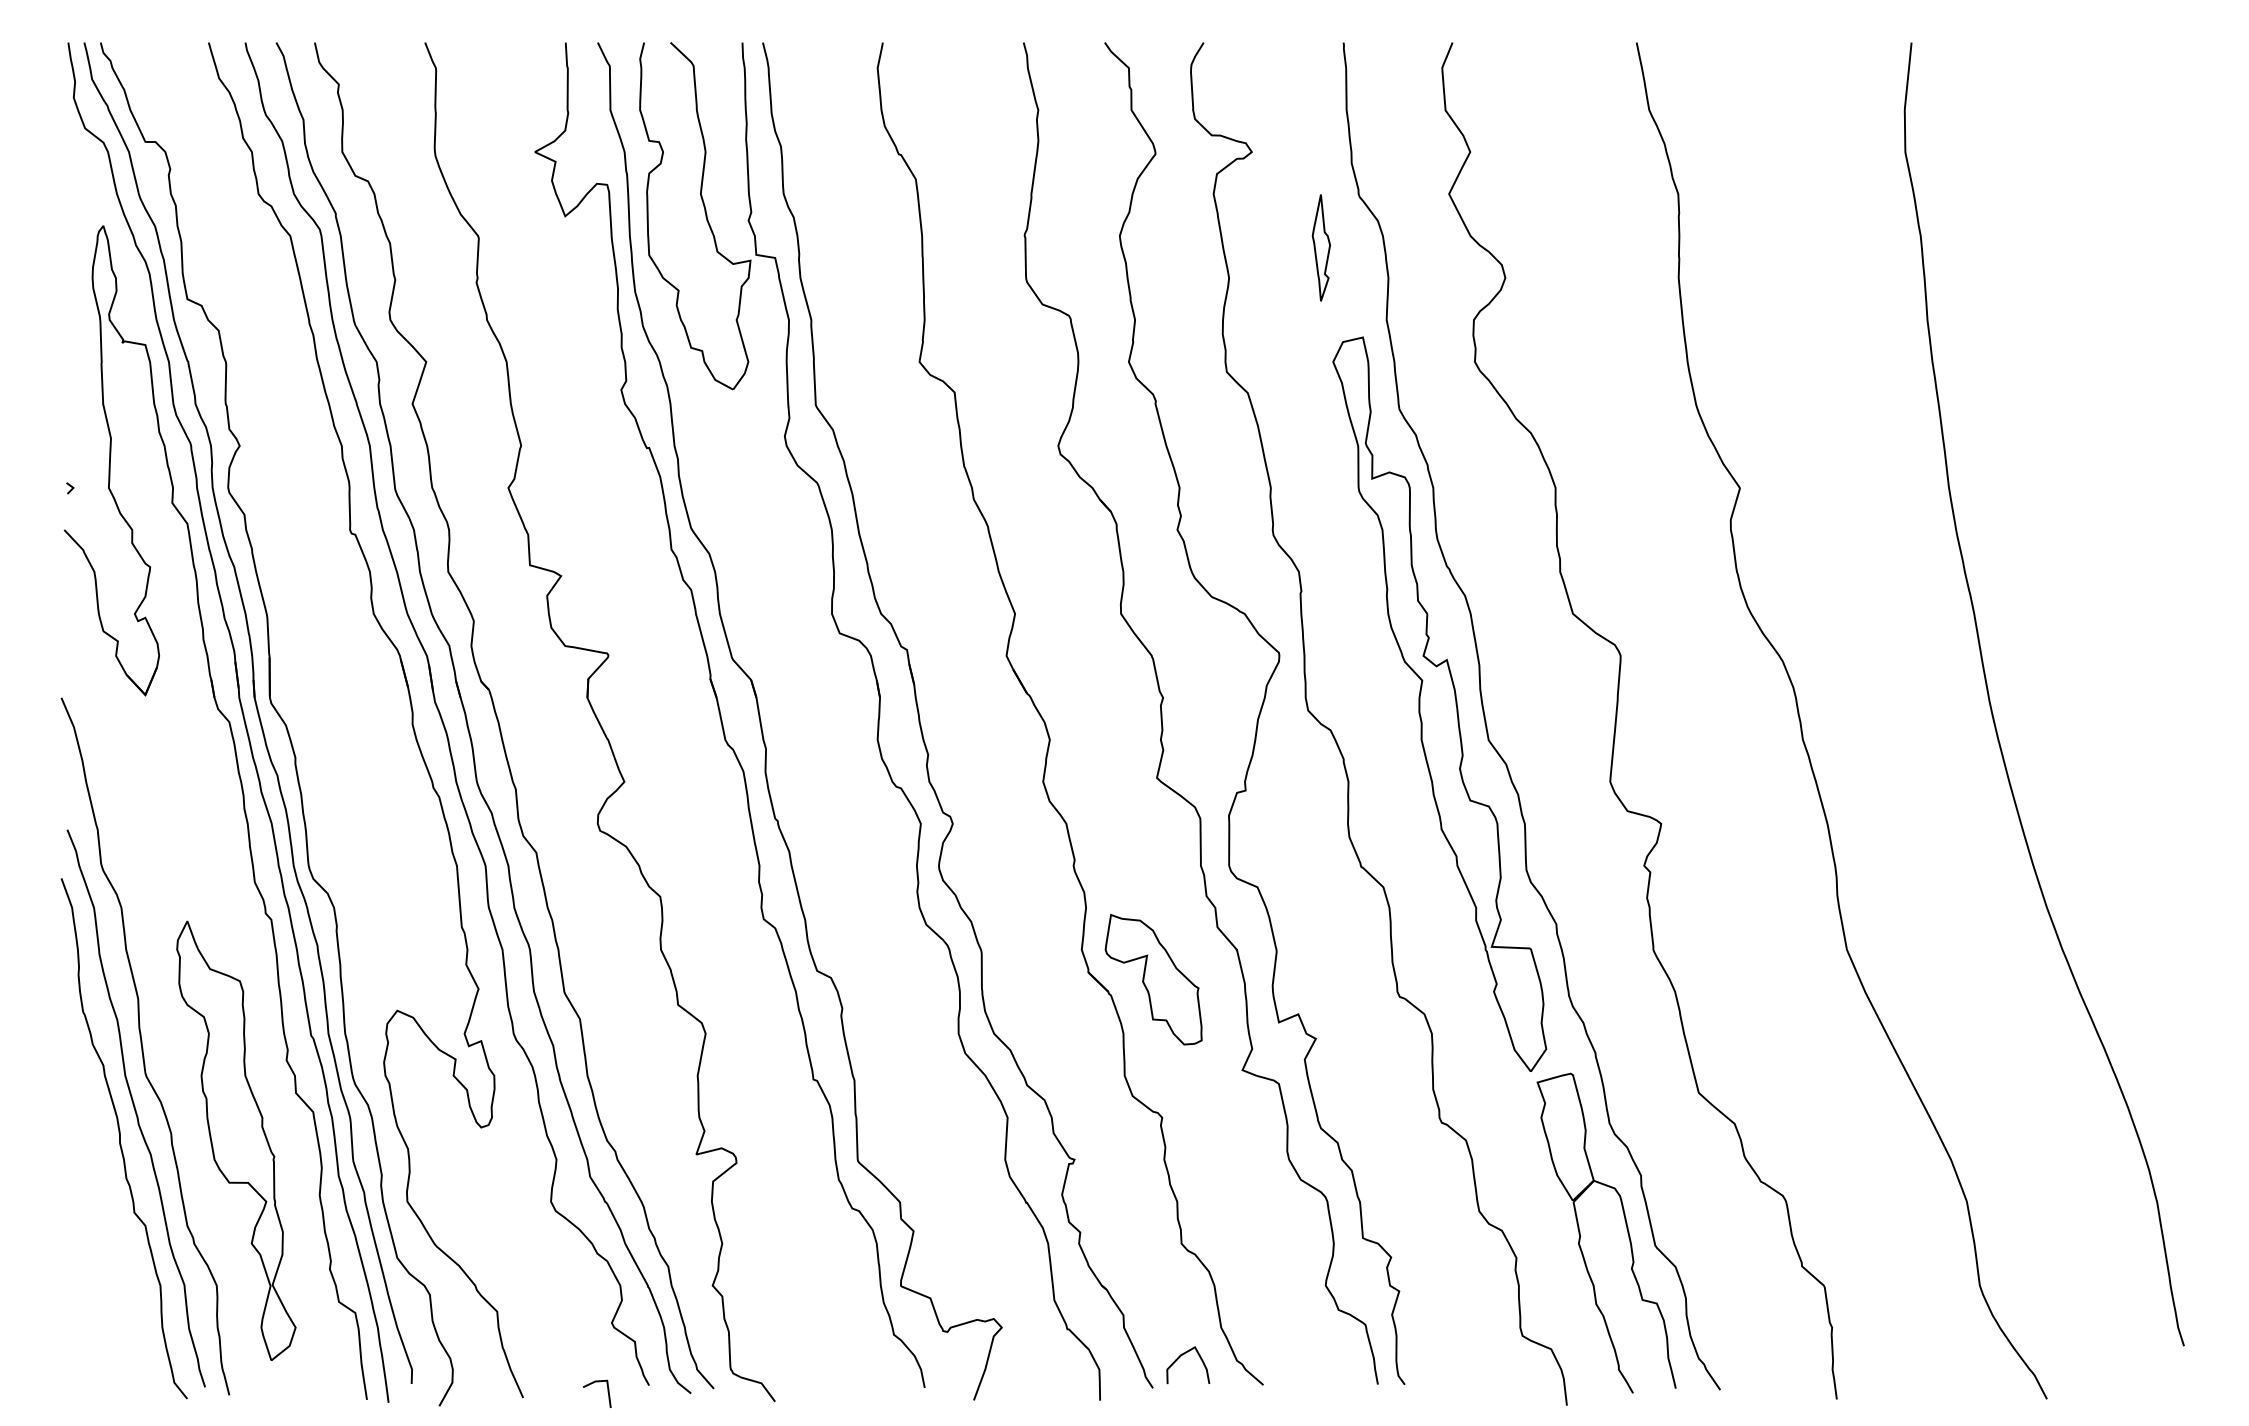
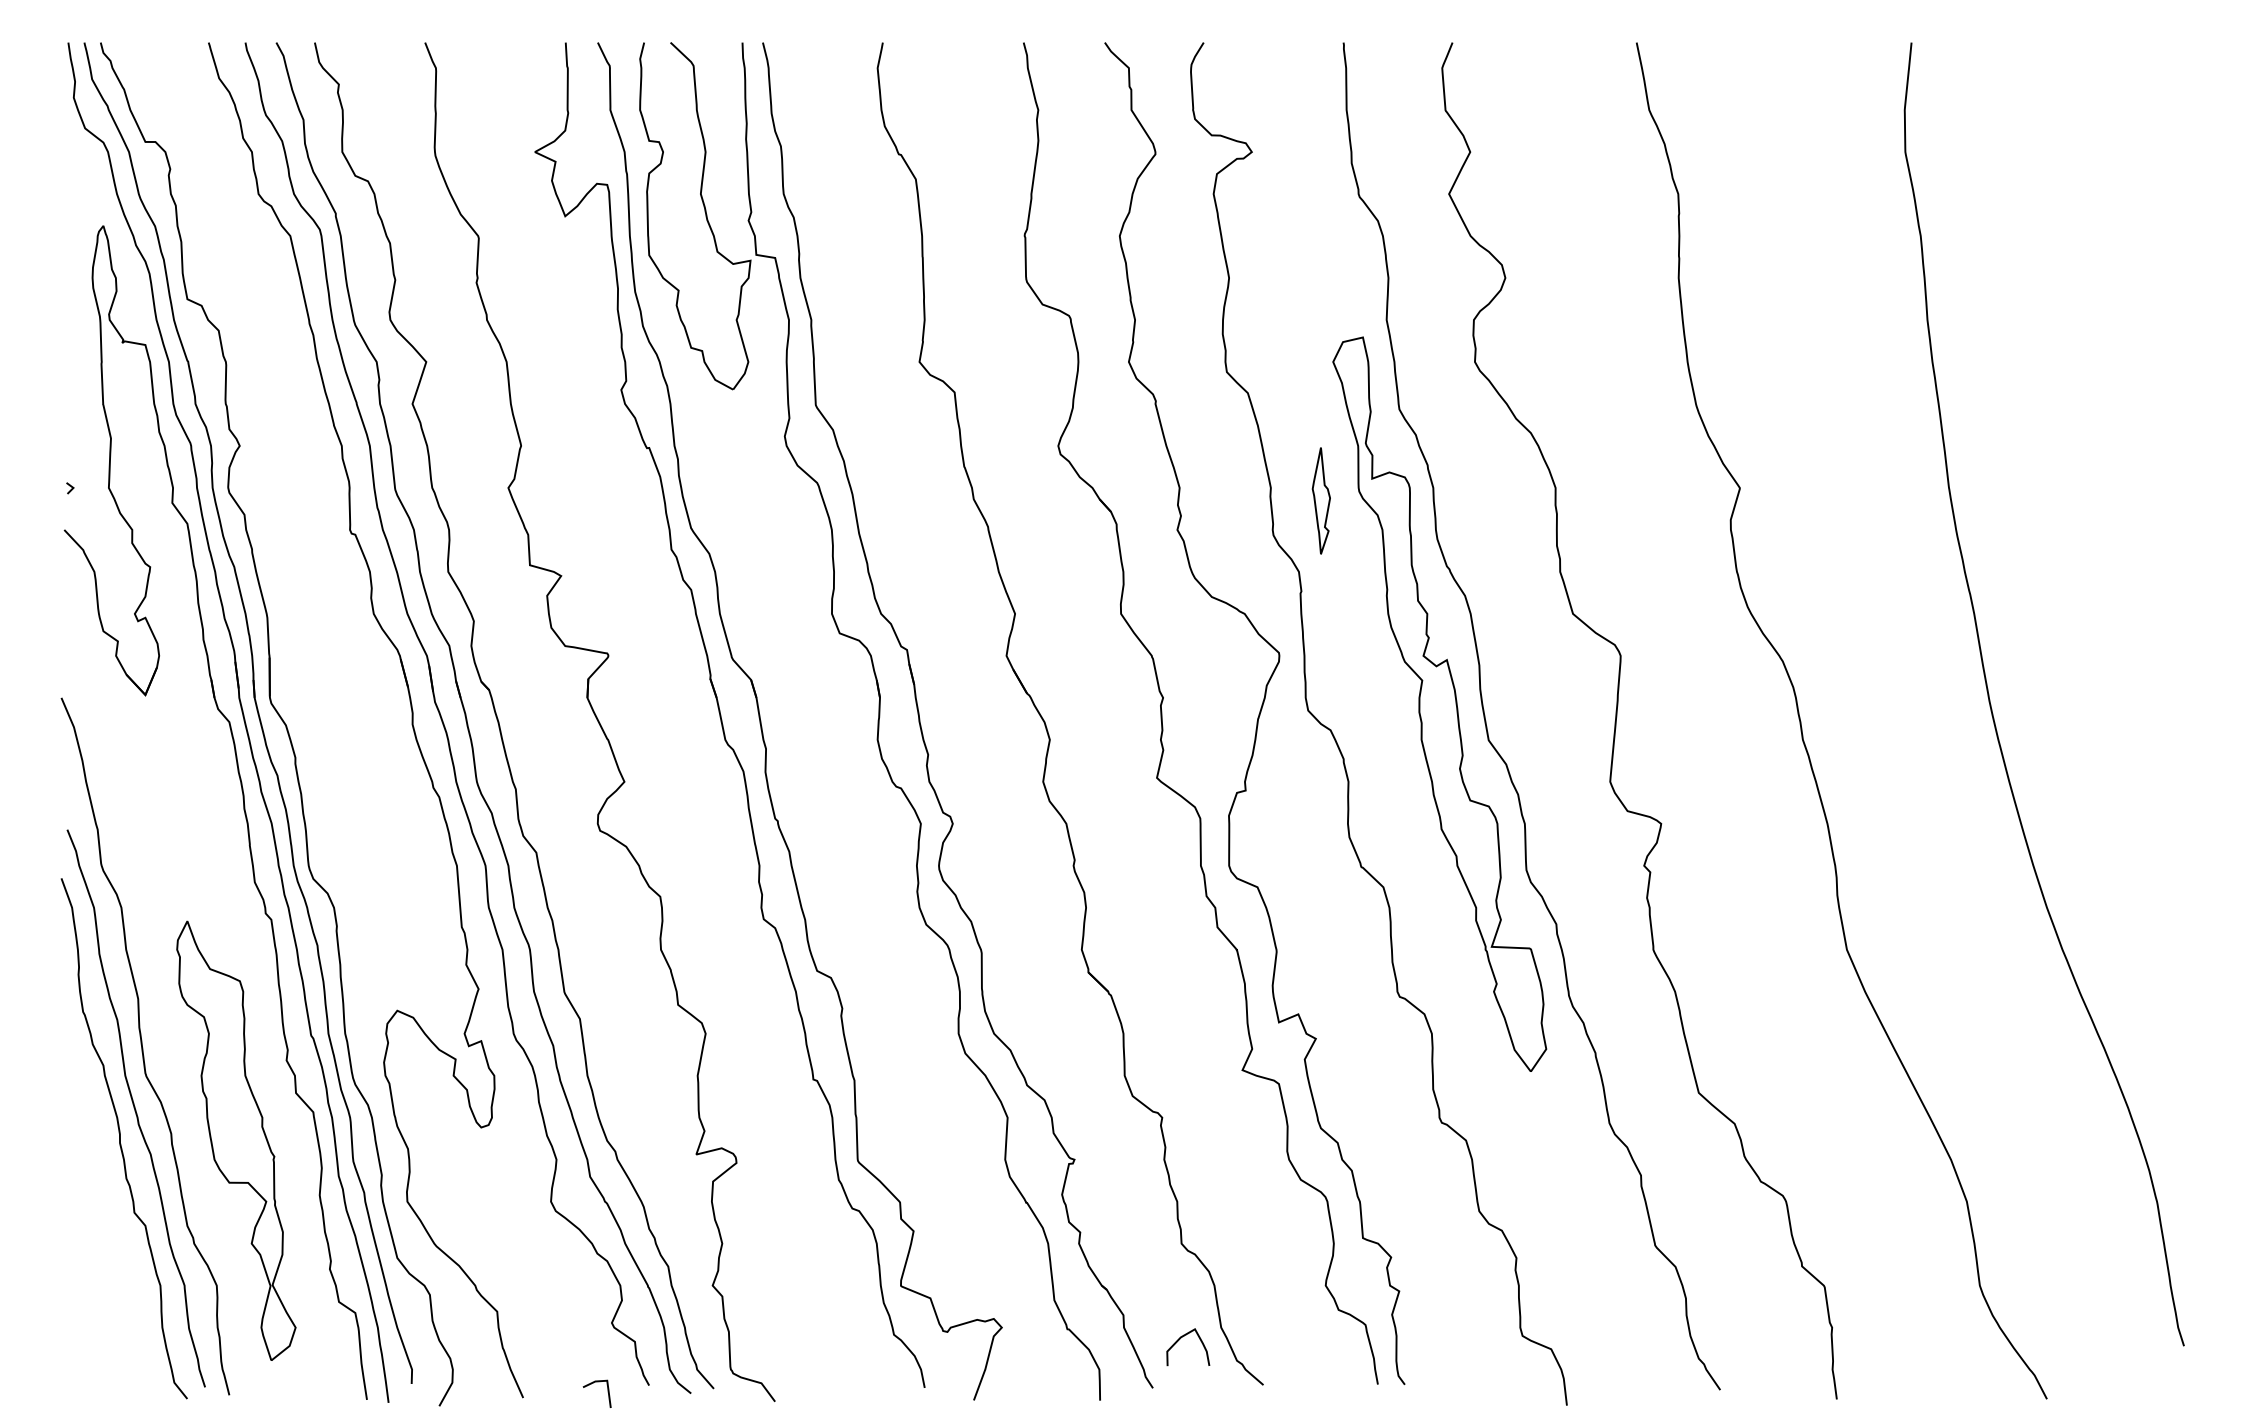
part at (1320, 247) position: (1320, 247) -> (1320, 500)
part at (1153, 979): present -> none
part at (1626, 1229): present -> none
curve at (1180, 1357) position: (1180, 1357) -> (1180, 1339)
